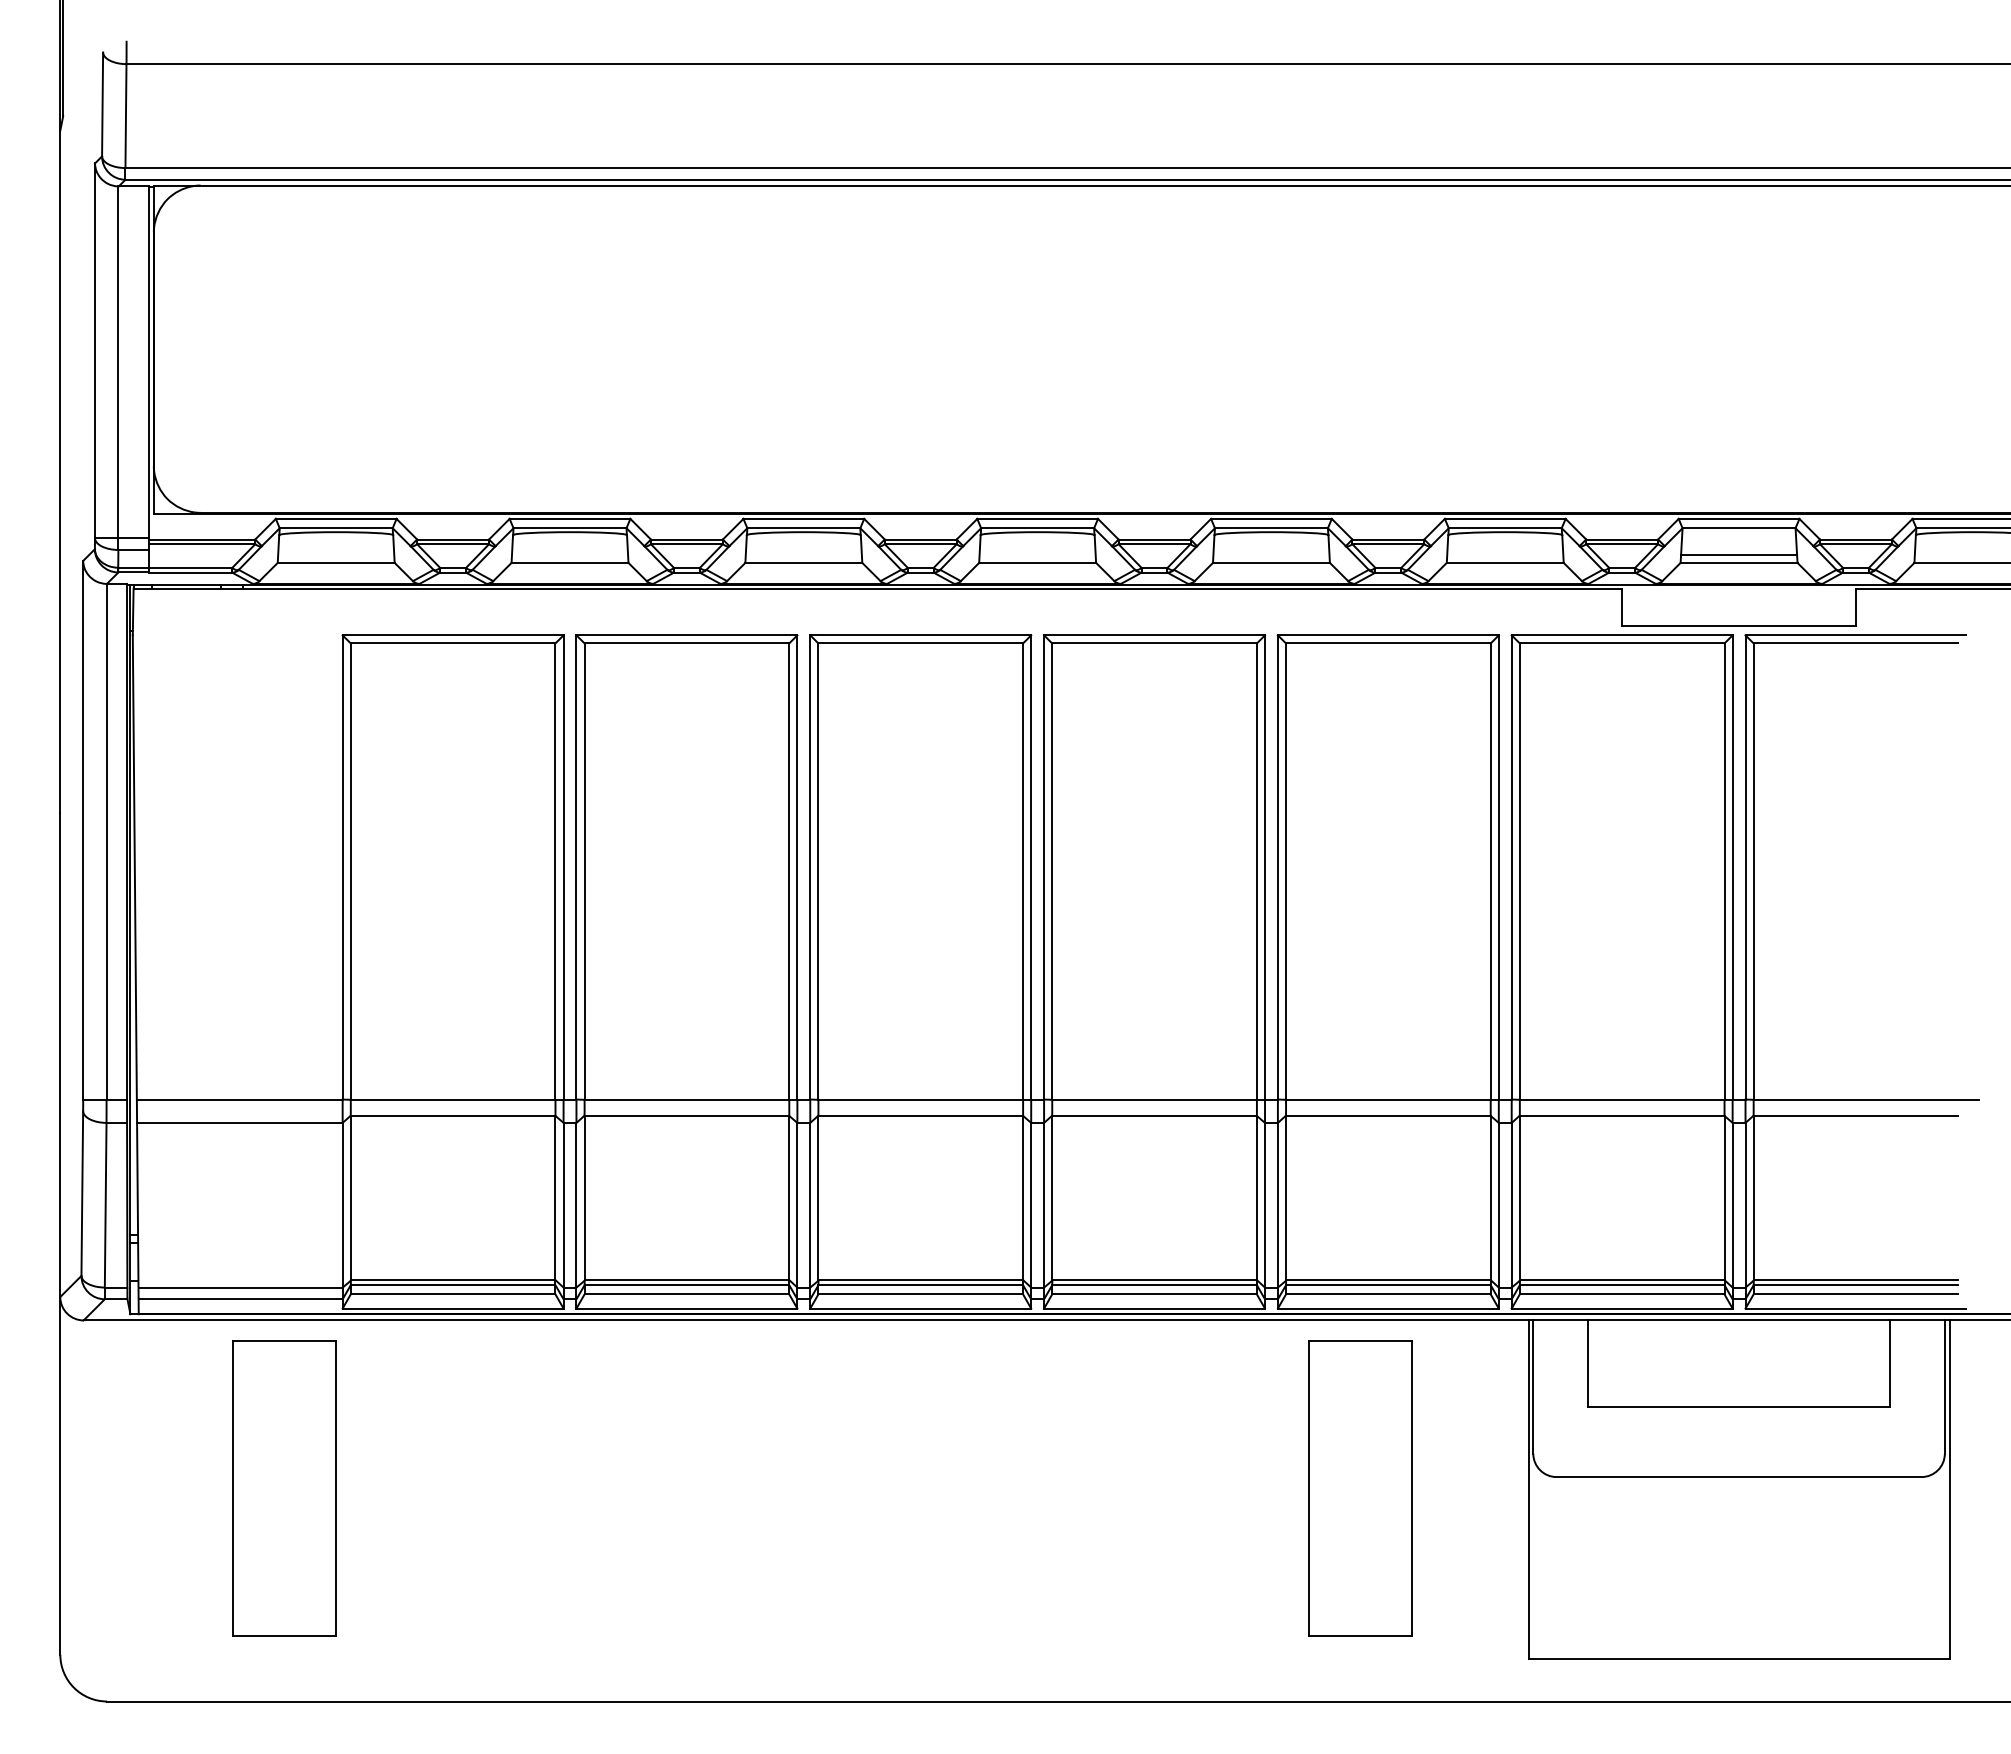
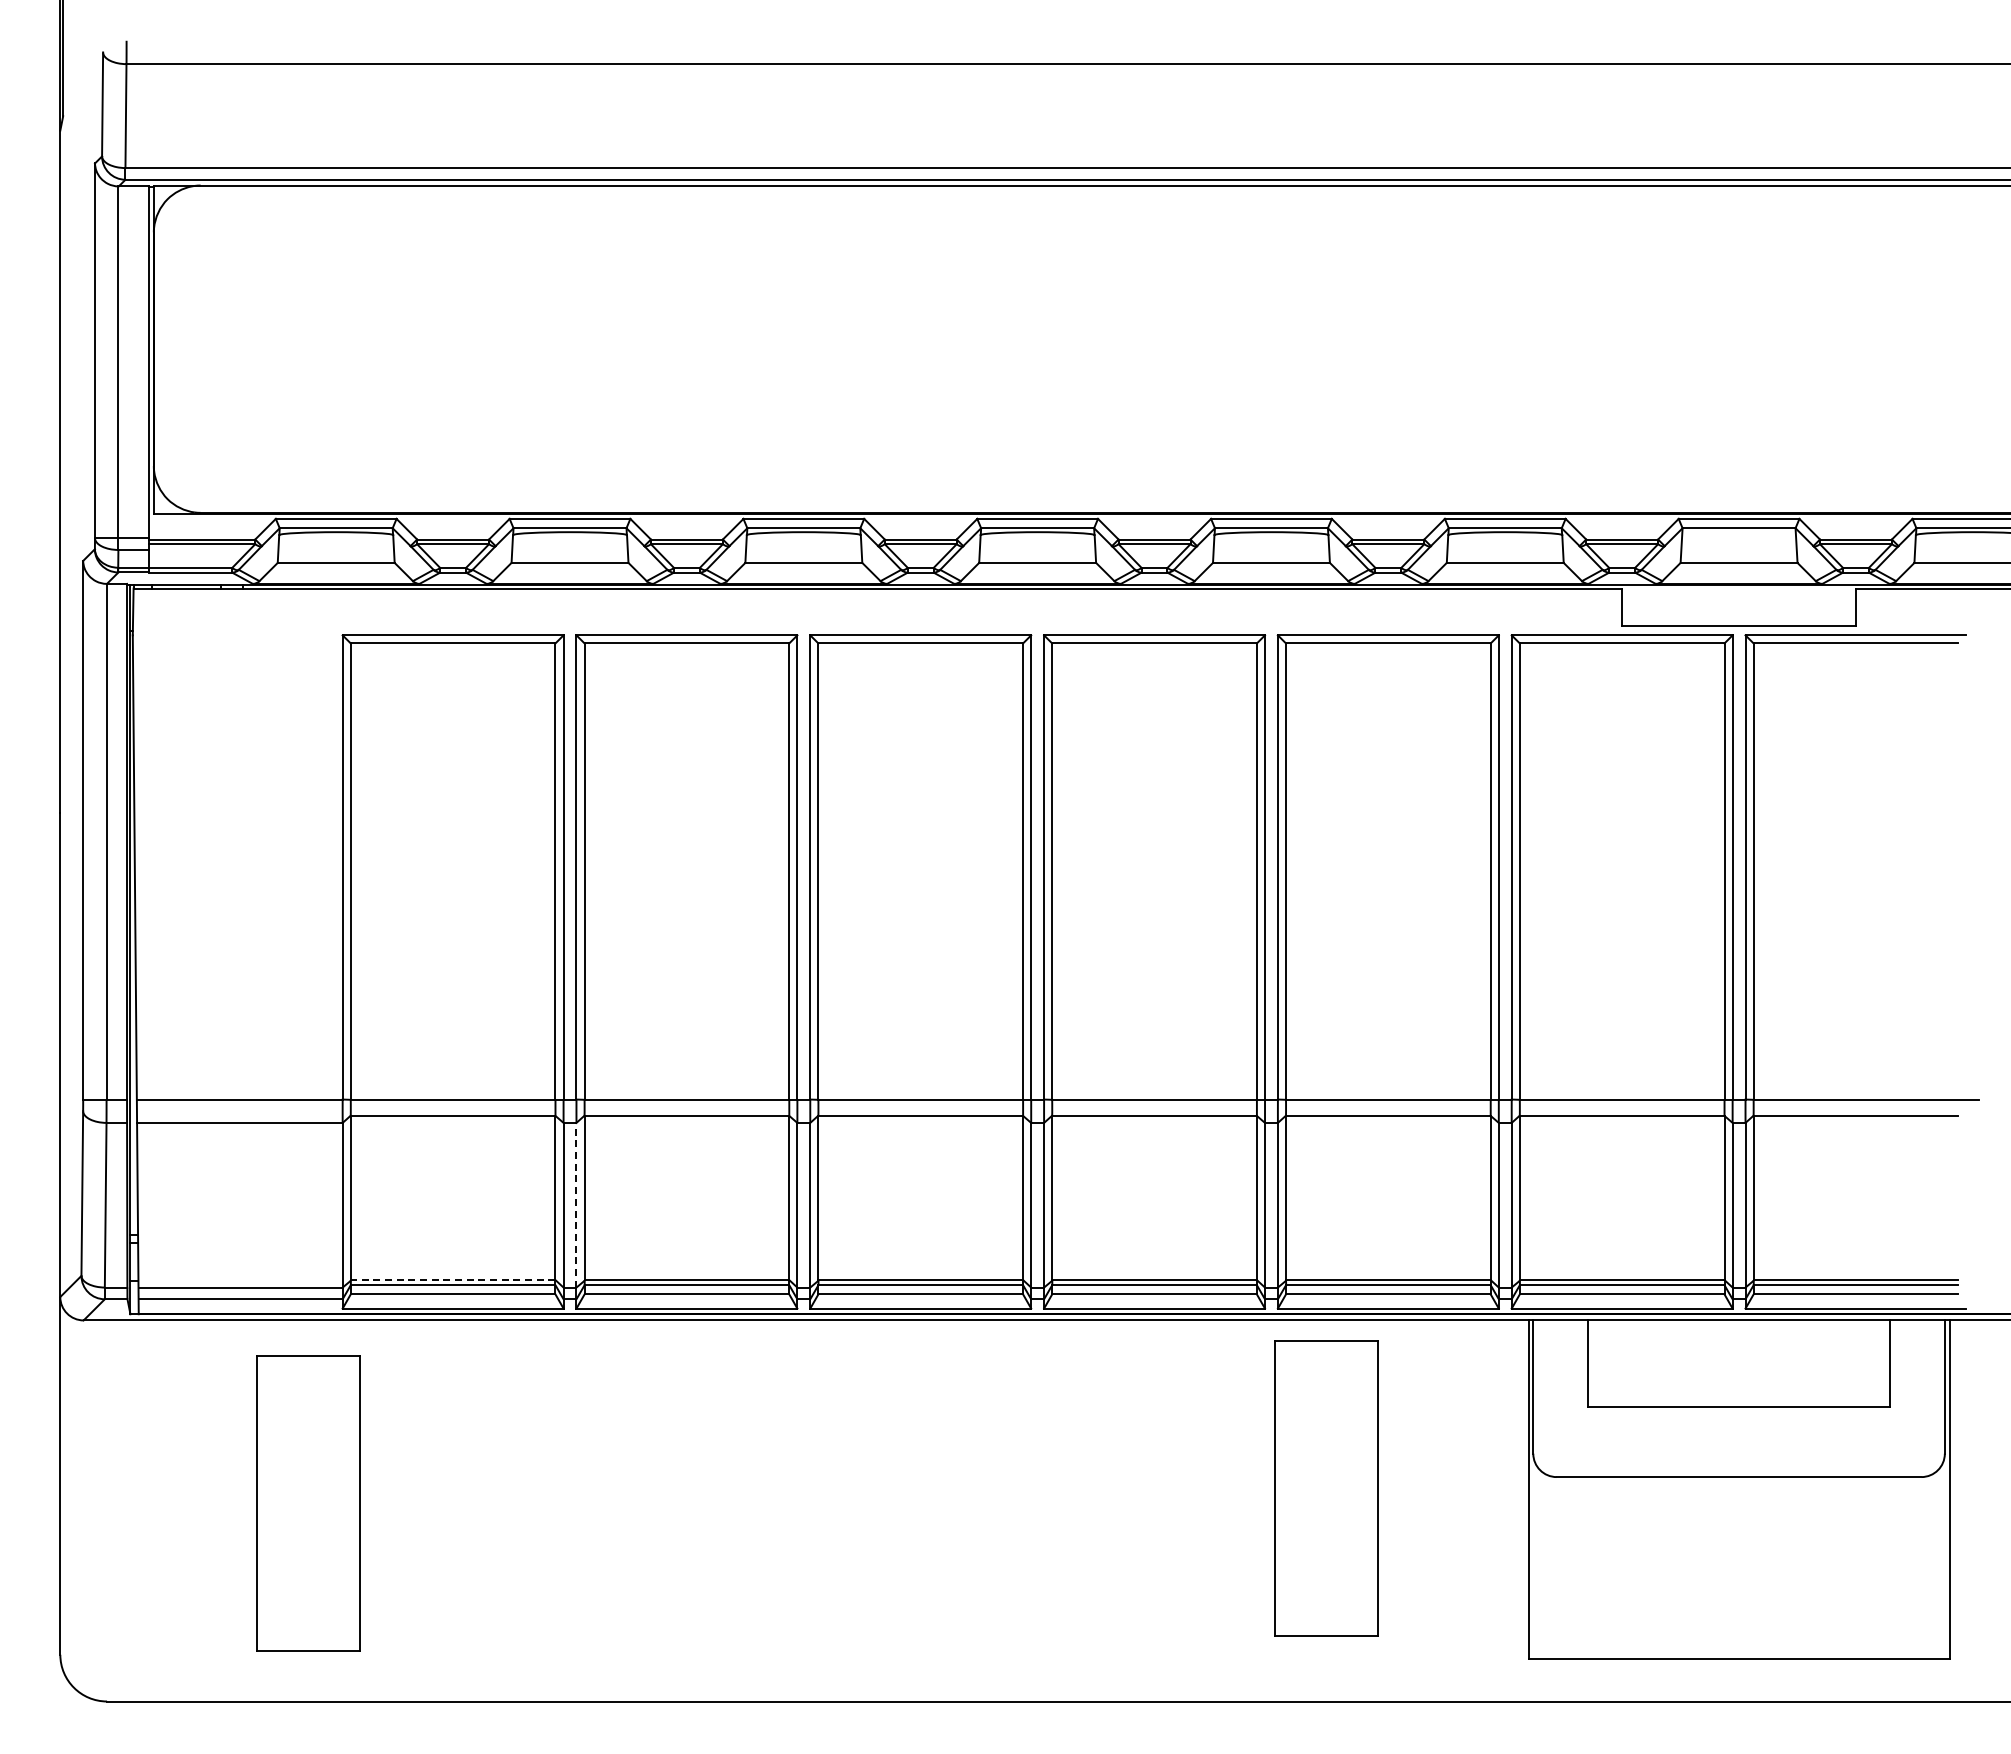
line at (1739, 554): present -> none
line at (576, 1204): solid -> dashed
line at (452, 1280): solid -> dashed
part at (284, 1488) position: (284, 1488) -> (308, 1503)
part at (1360, 1488) position: (1360, 1488) -> (1326, 1488)
